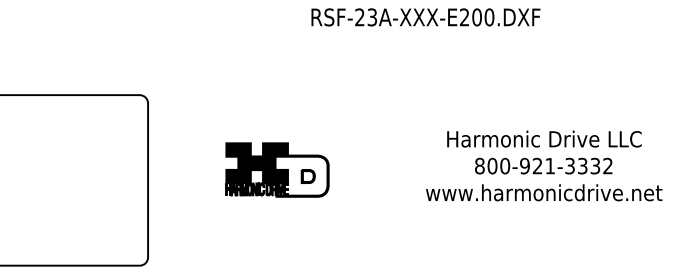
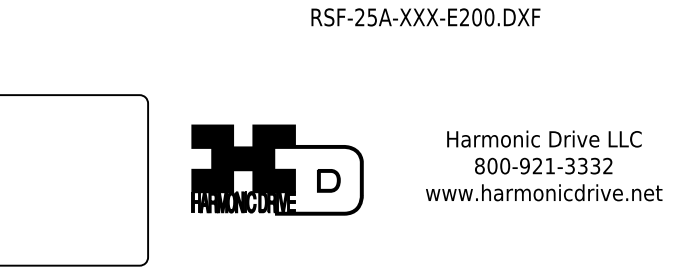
text at (372, 16): RSF-23A-XXX-E200.DXF -> RSF-25A-XXX-E200.DXF
part at (277, 169) size: 105x56 px -> 173x92 px
